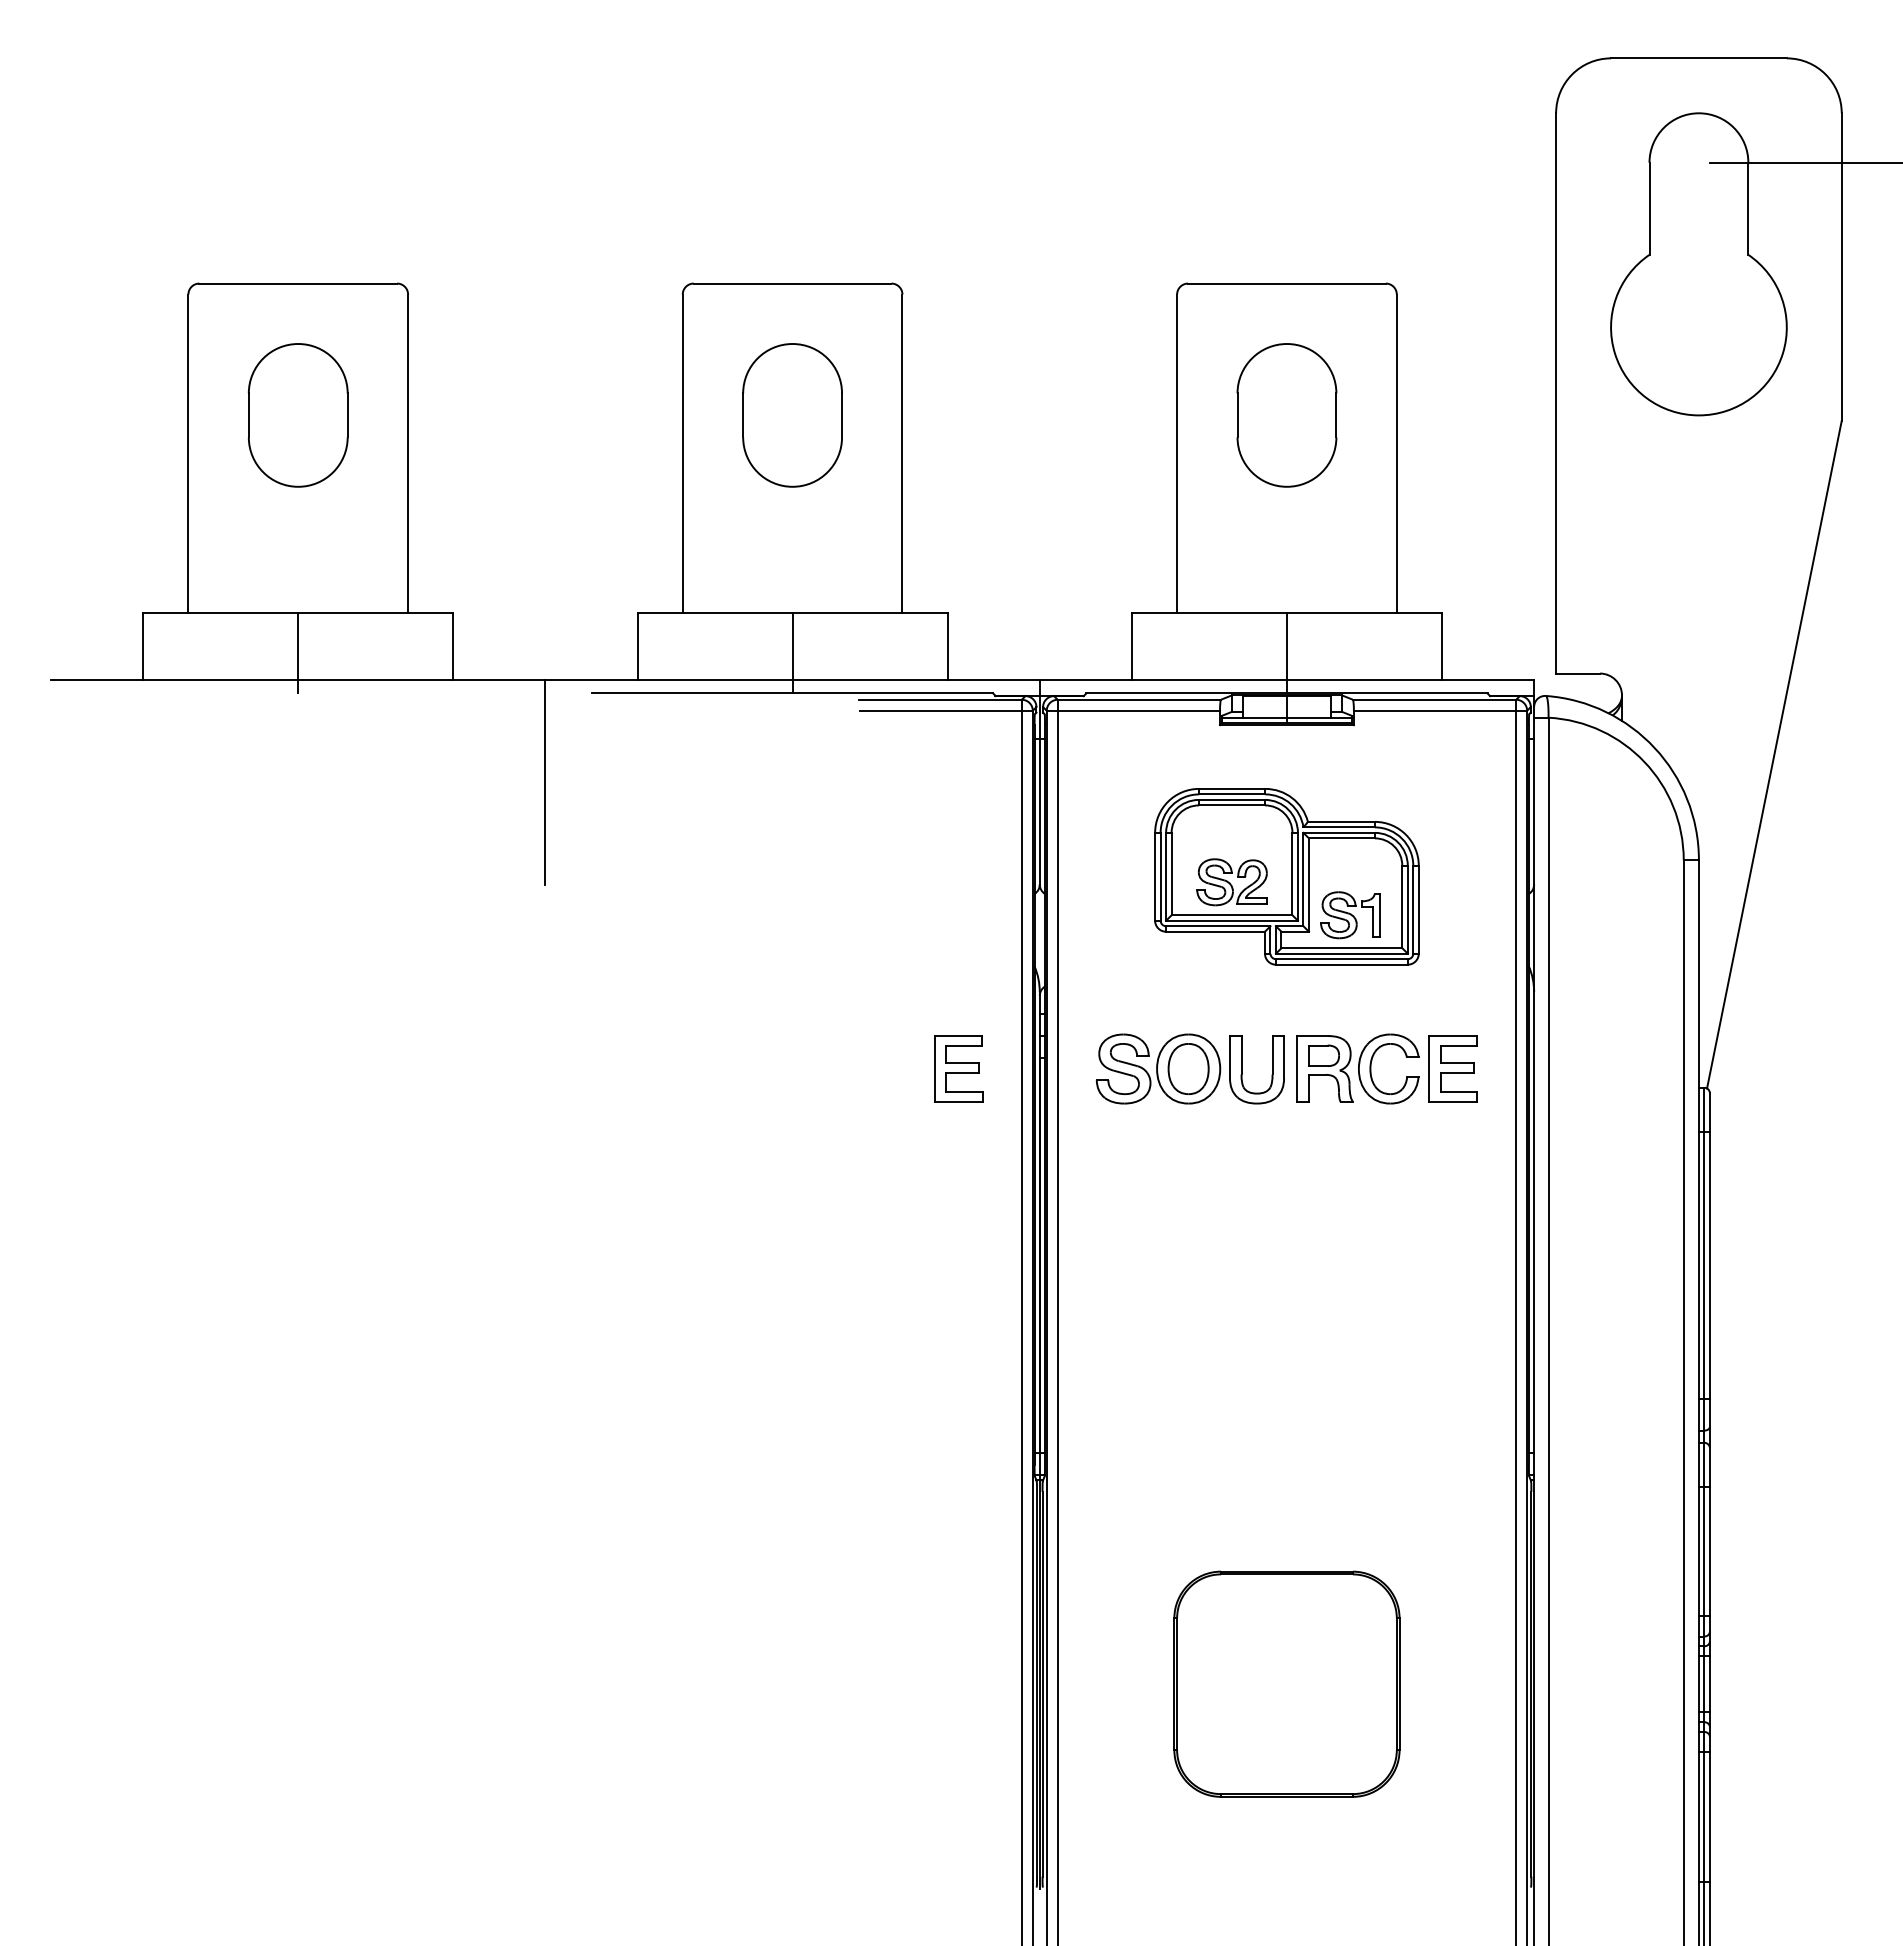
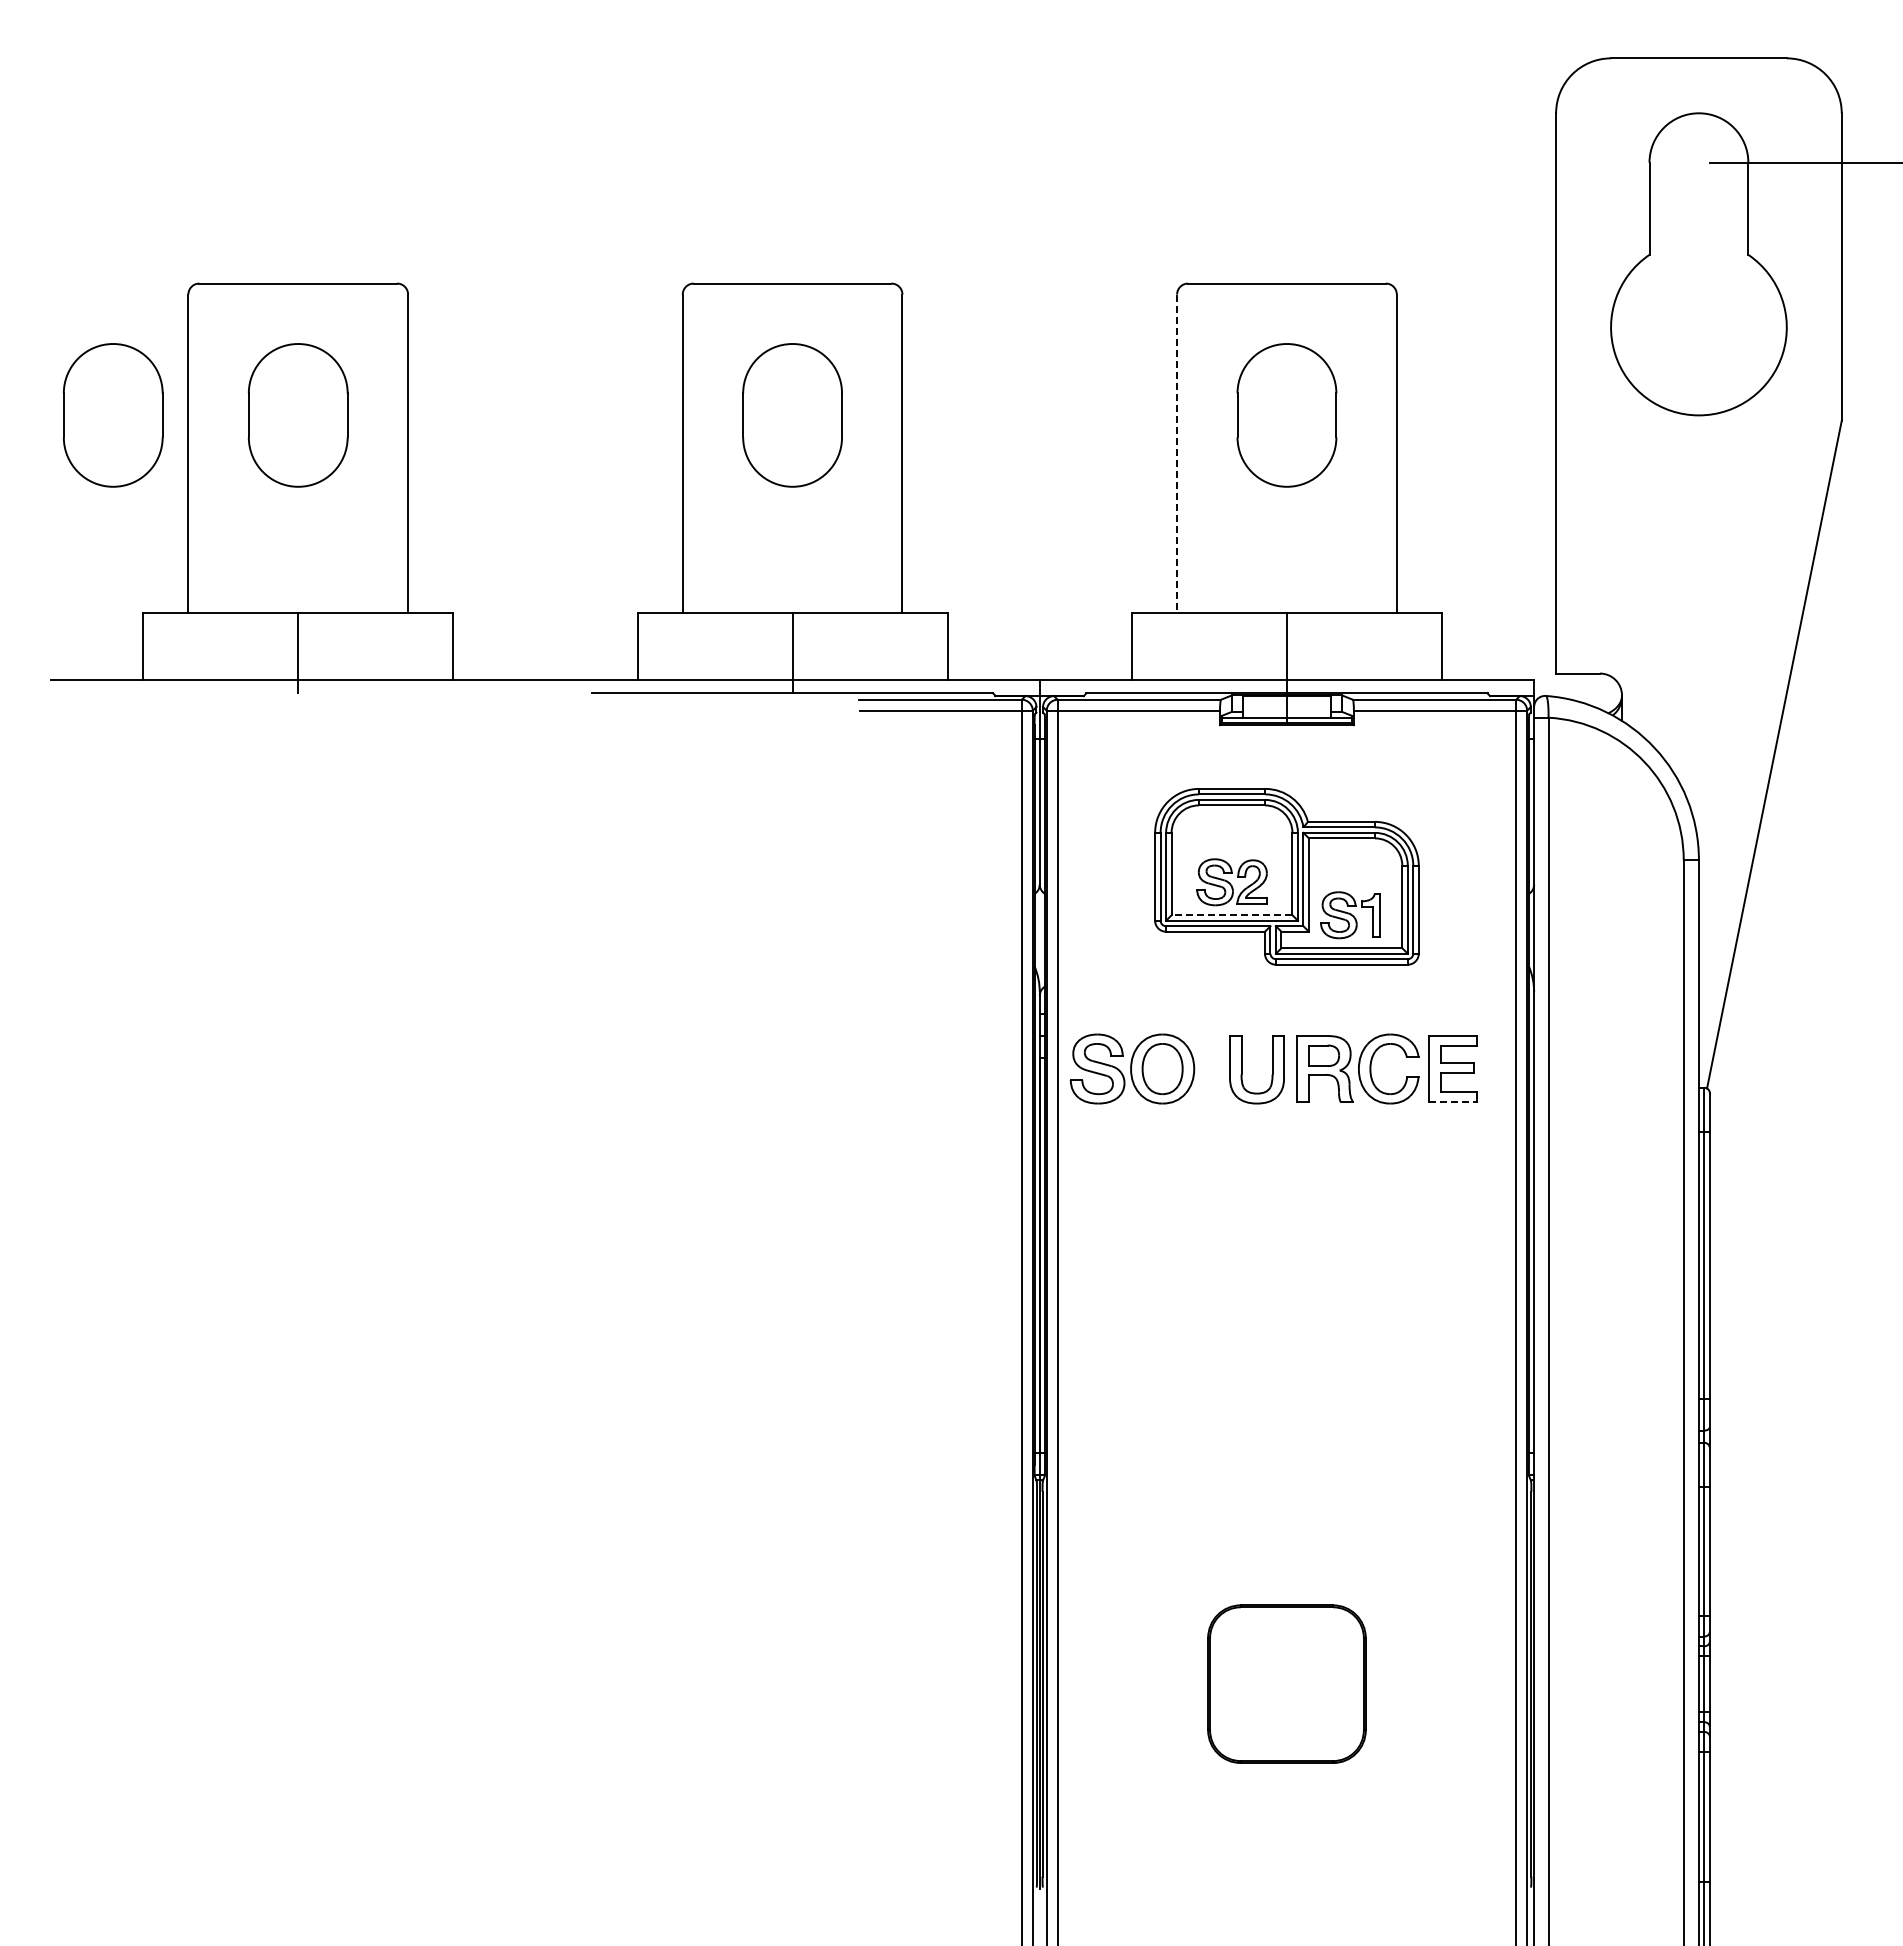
part at (112, 415): none -> present
line at (1177, 454): solid -> dashed
line at (545, 782): present -> none
line at (1231, 915): solid -> dashed
part at (958, 1068): present -> none
part at (1158, 1068) position: (1158, 1068) -> (1132, 1068)
line at (1453, 1102): solid -> dashed
part at (1286, 1683) size: 228x228 px -> 160x160 px
